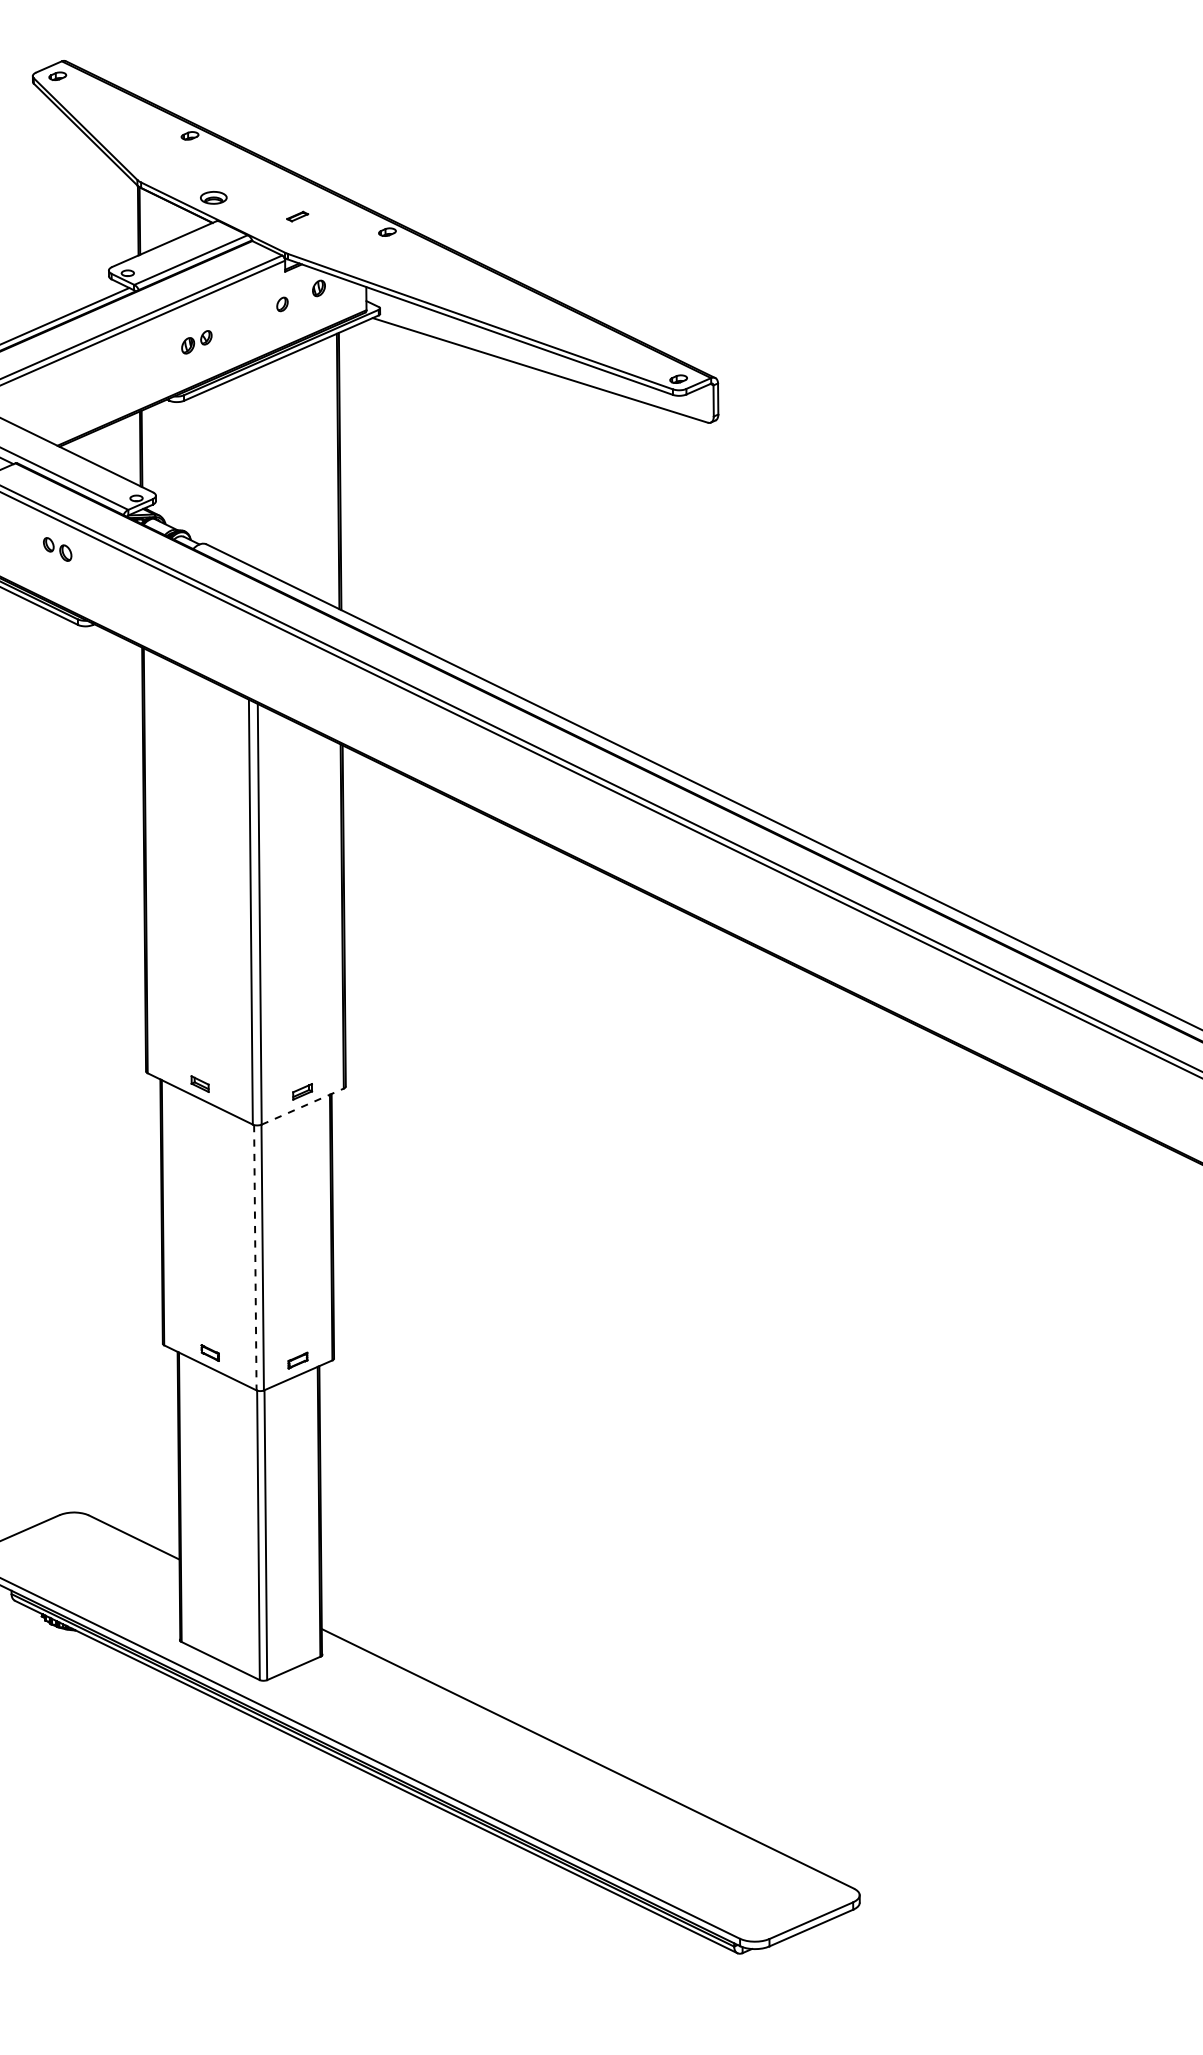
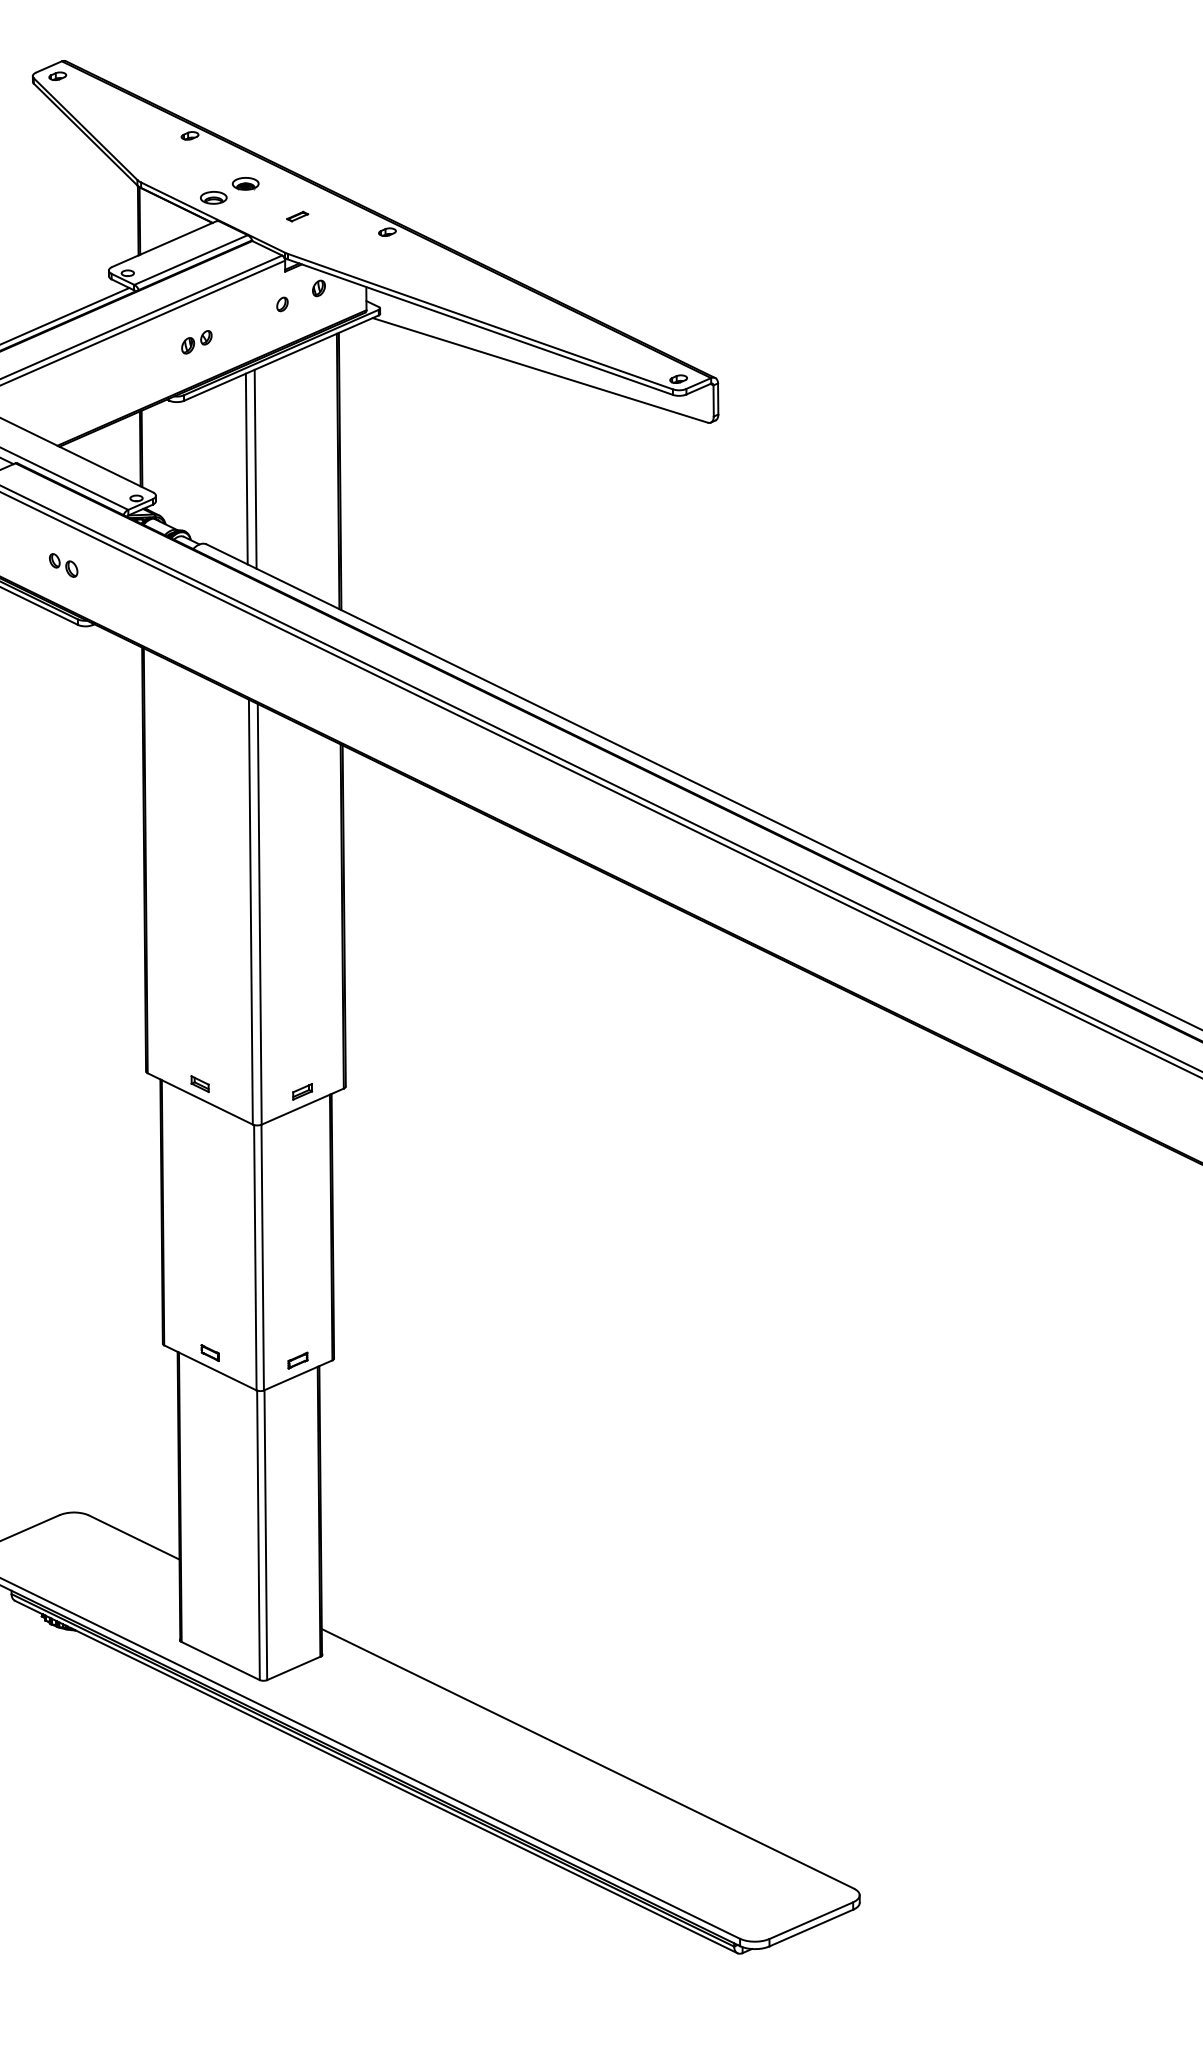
part at (245, 183): none -> present
line at (246, 468): none -> present
line at (255, 468): none -> present
part at (57, 549) position: (57, 549) -> (63, 565)
line at (302, 1106): dashed -> solid
line at (255, 1257): dashed -> solid
